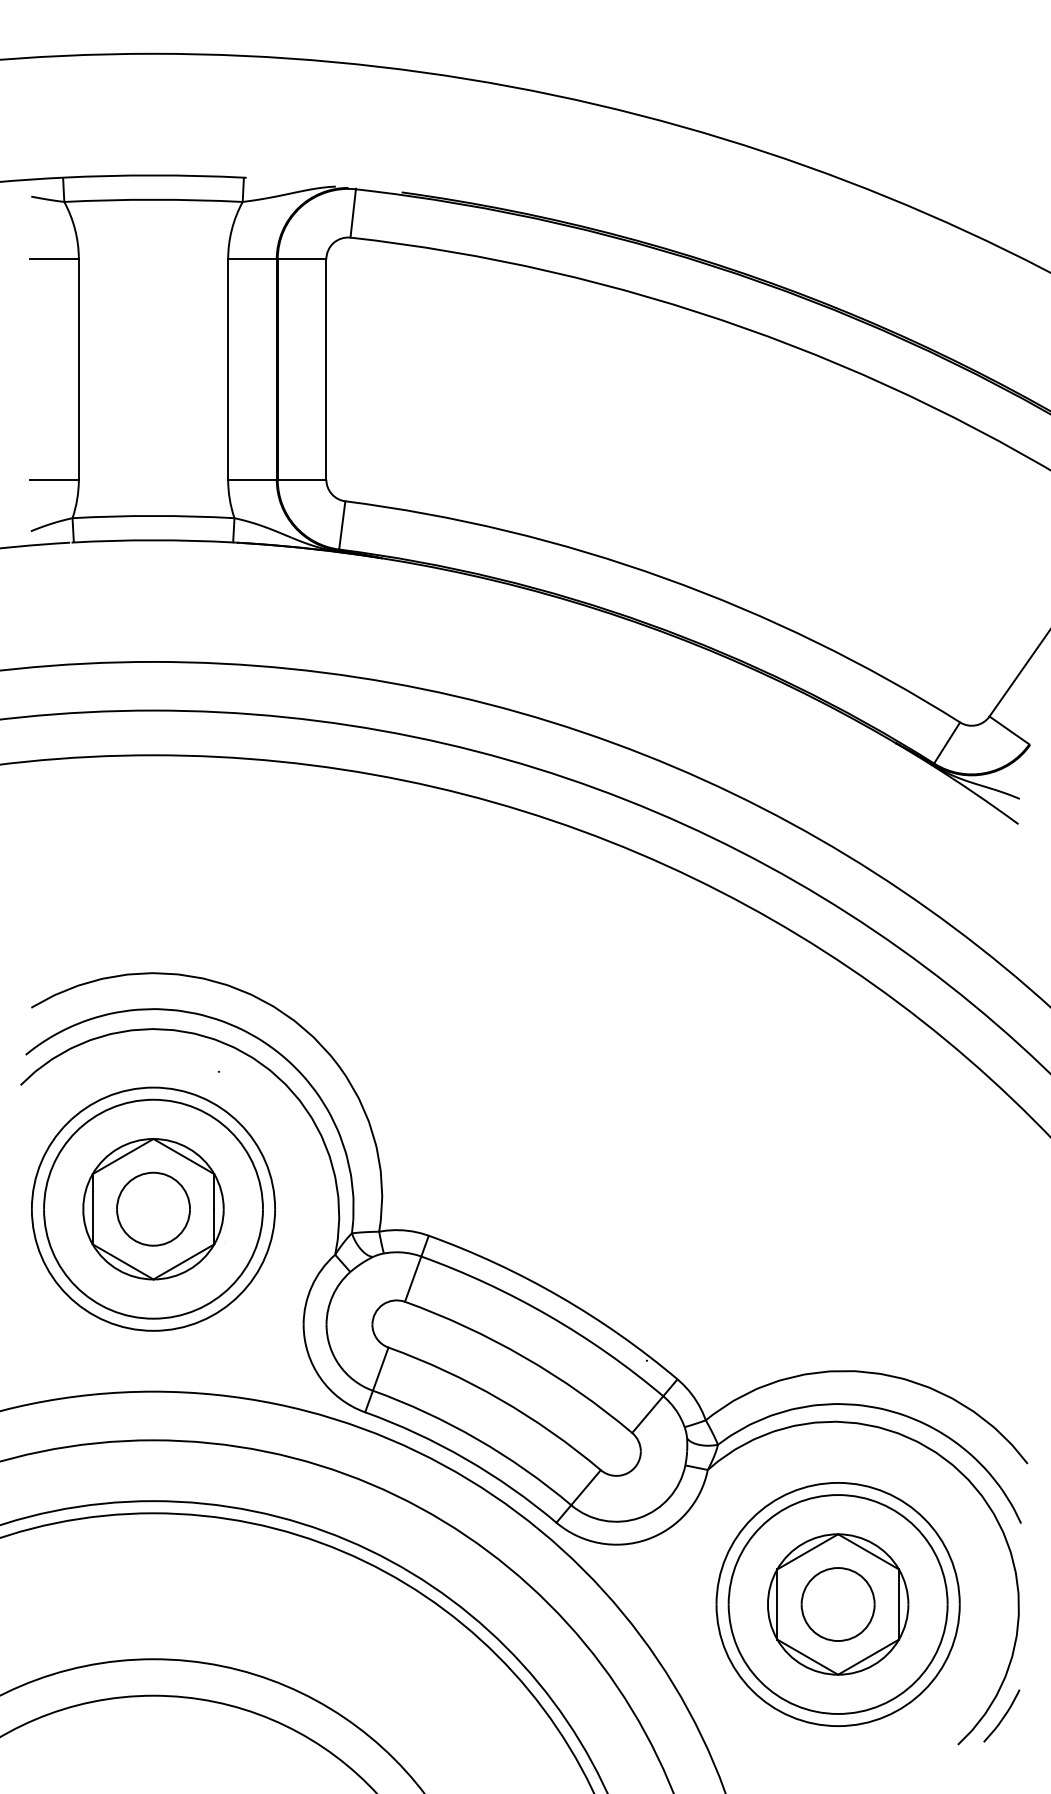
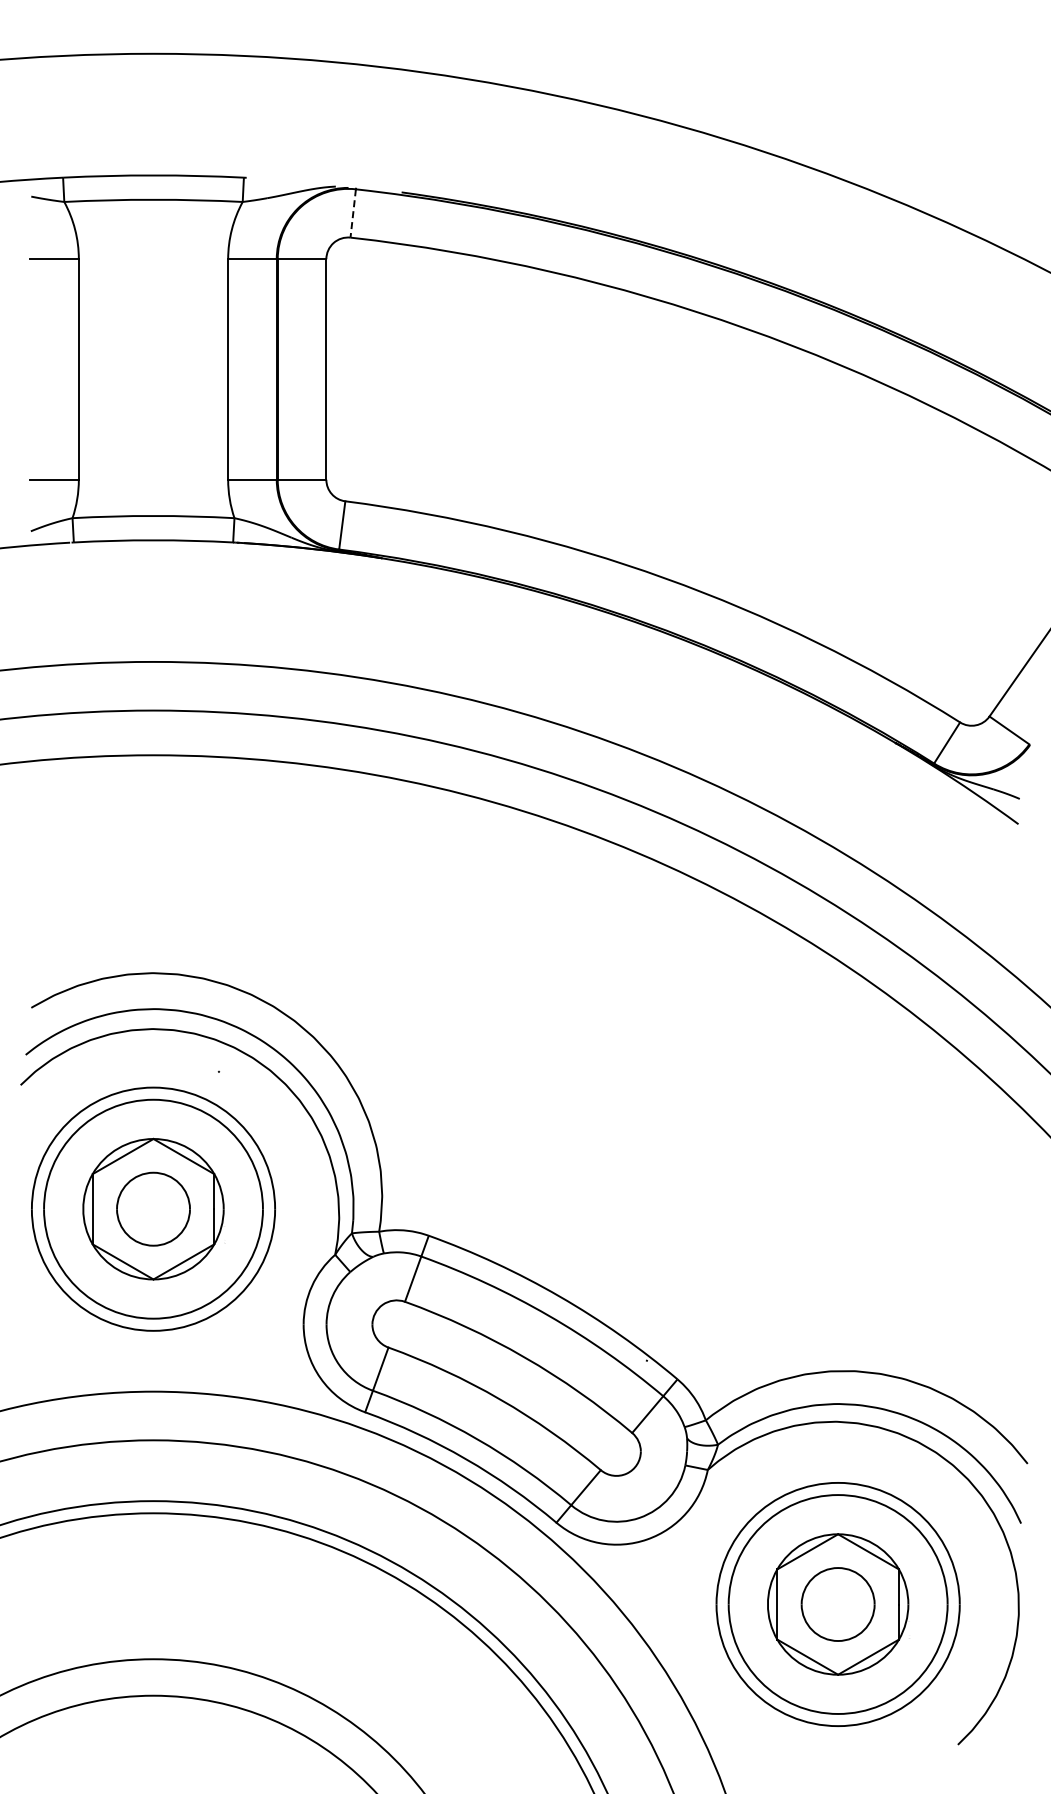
line at (353, 213): solid -> dashed
curve at (1003, 1715): present -> none
